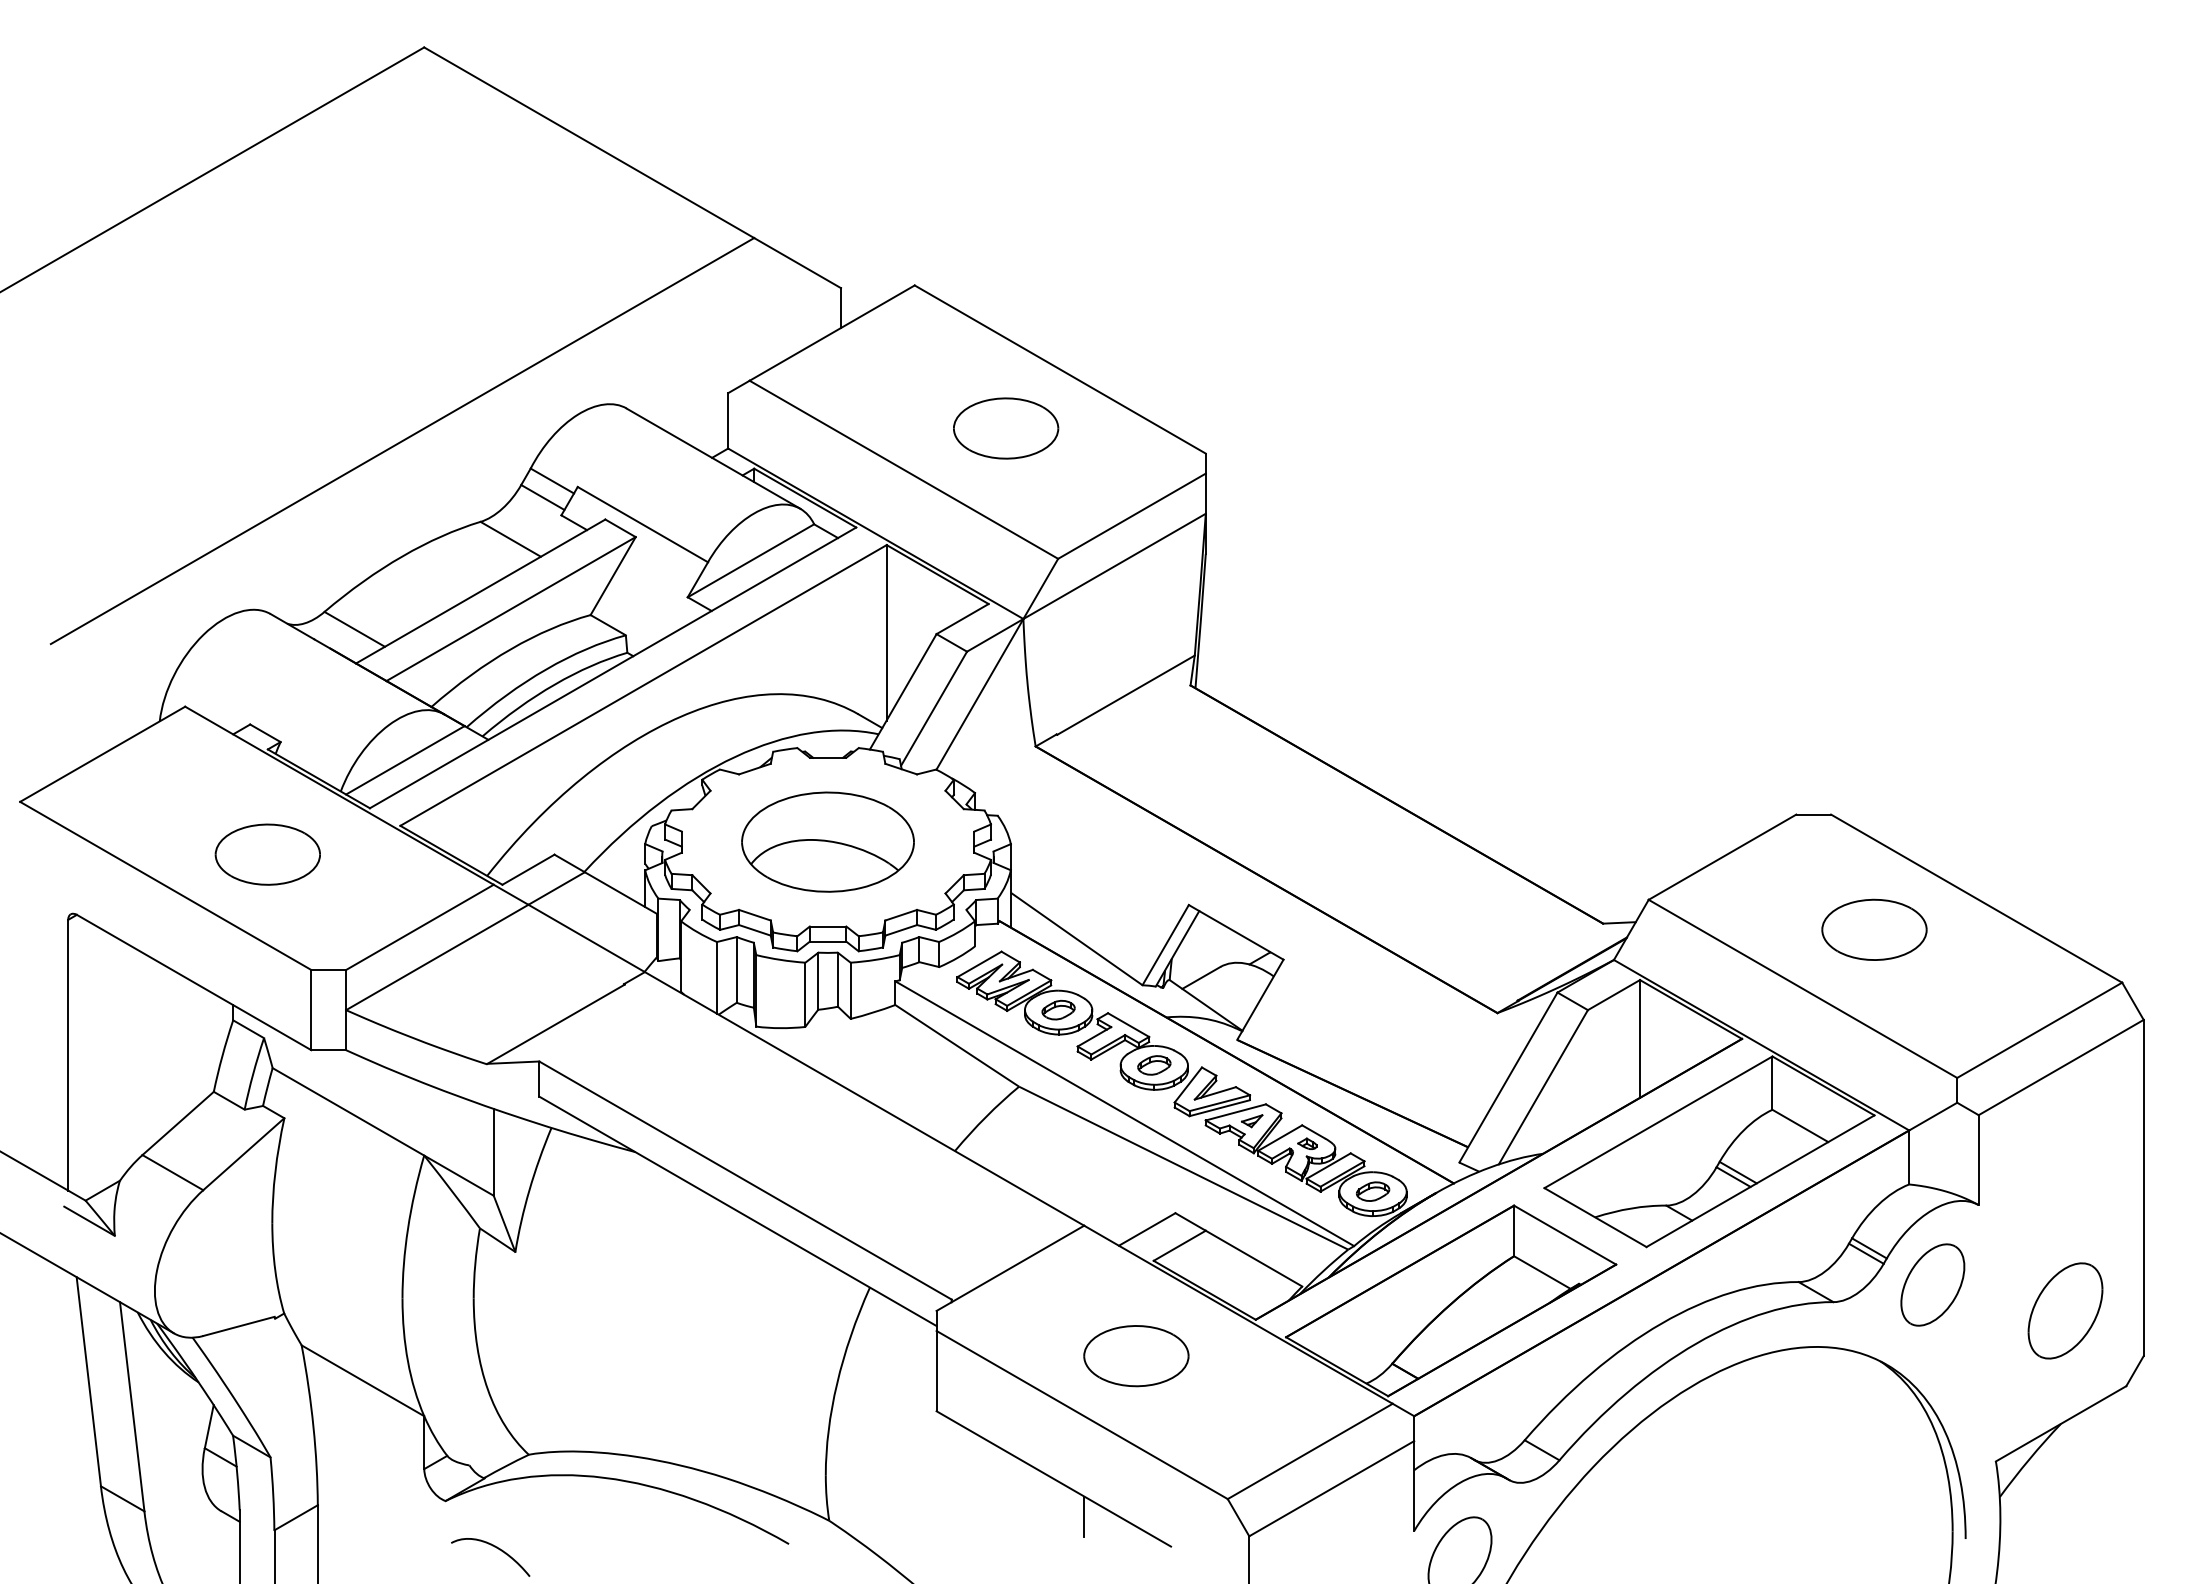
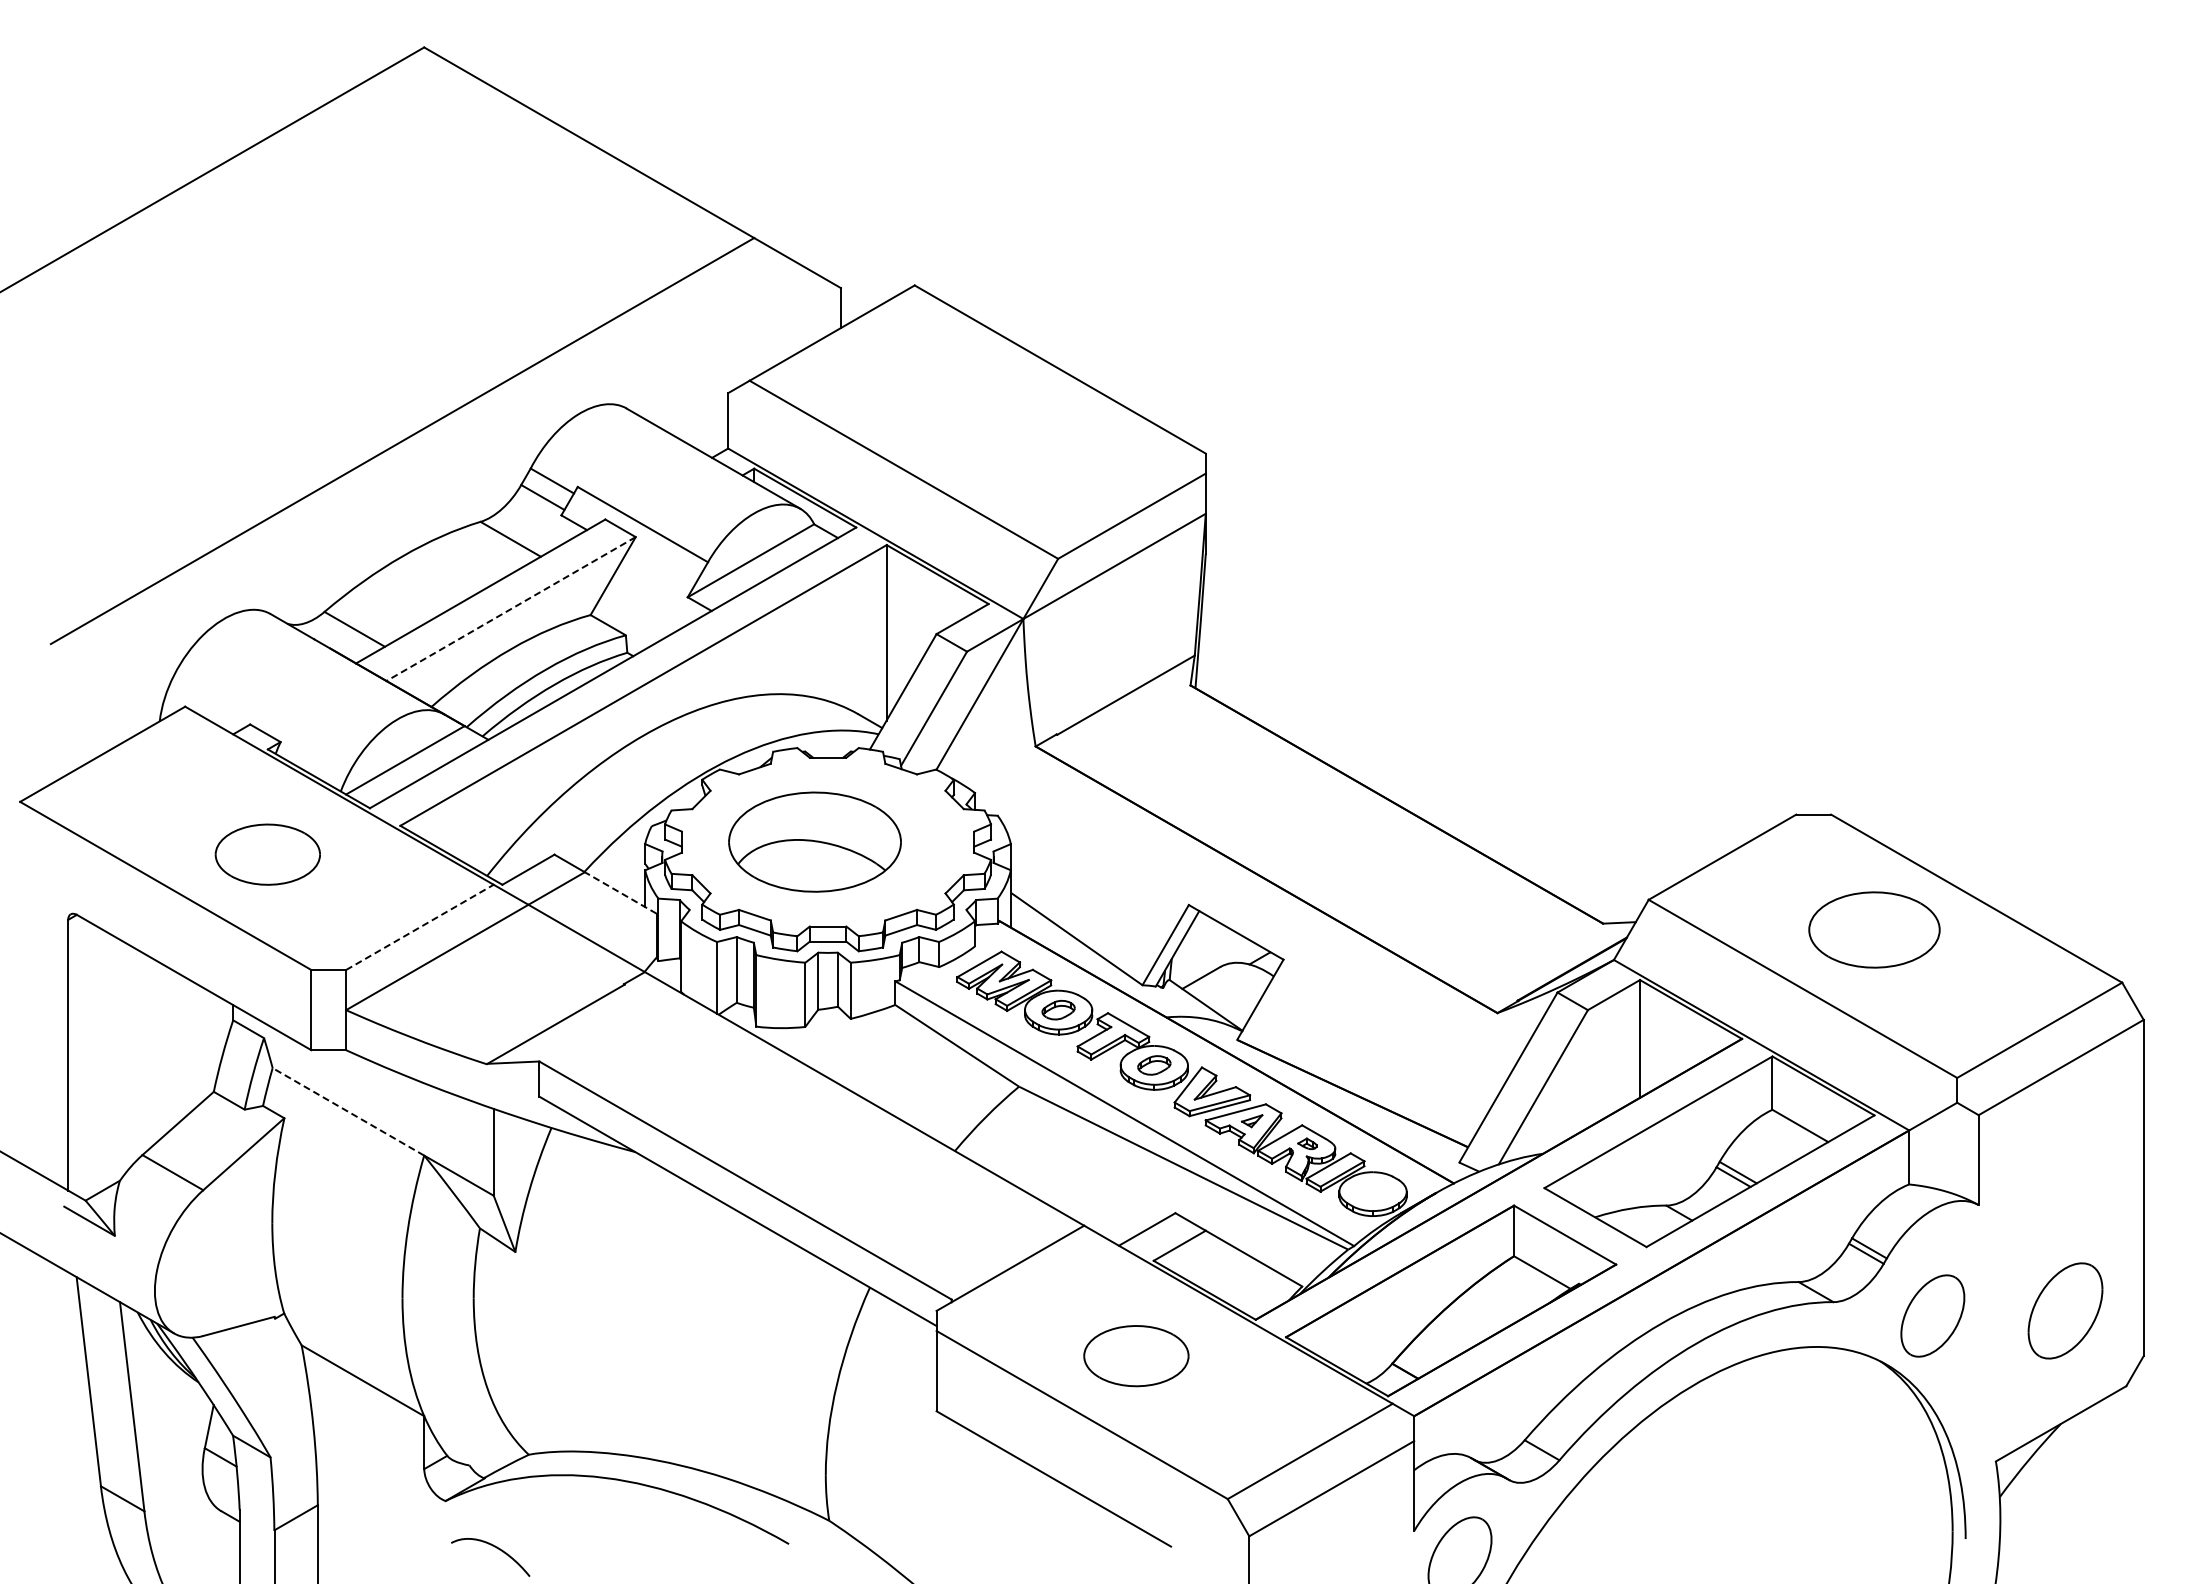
part at (1006, 428): present -> none
line at (511, 609): solid -> dashed
part at (827, 841) position: (827, 841) -> (814, 841)
line at (620, 892): solid -> dashed
line at (420, 927): solid -> dashed
part at (1874, 929) size: 107x63 px -> 133x78 px
line at (348, 1111): solid -> dashed
part at (1373, 1191): present -> none
part at (1932, 1284) position: (1932, 1284) -> (1932, 1315)
line at (1084, 1516): present -> none
